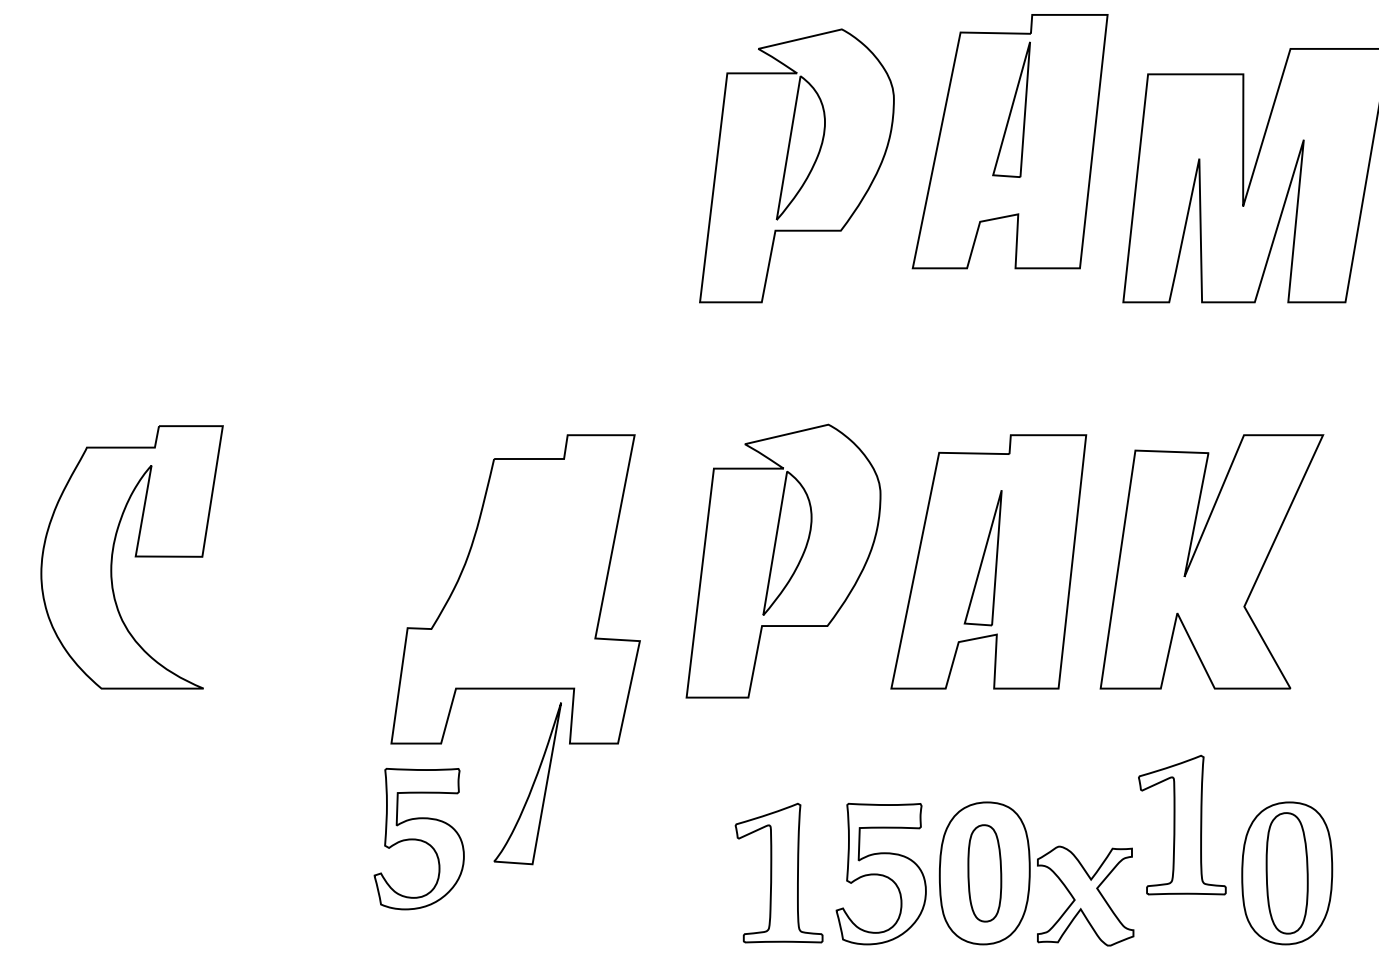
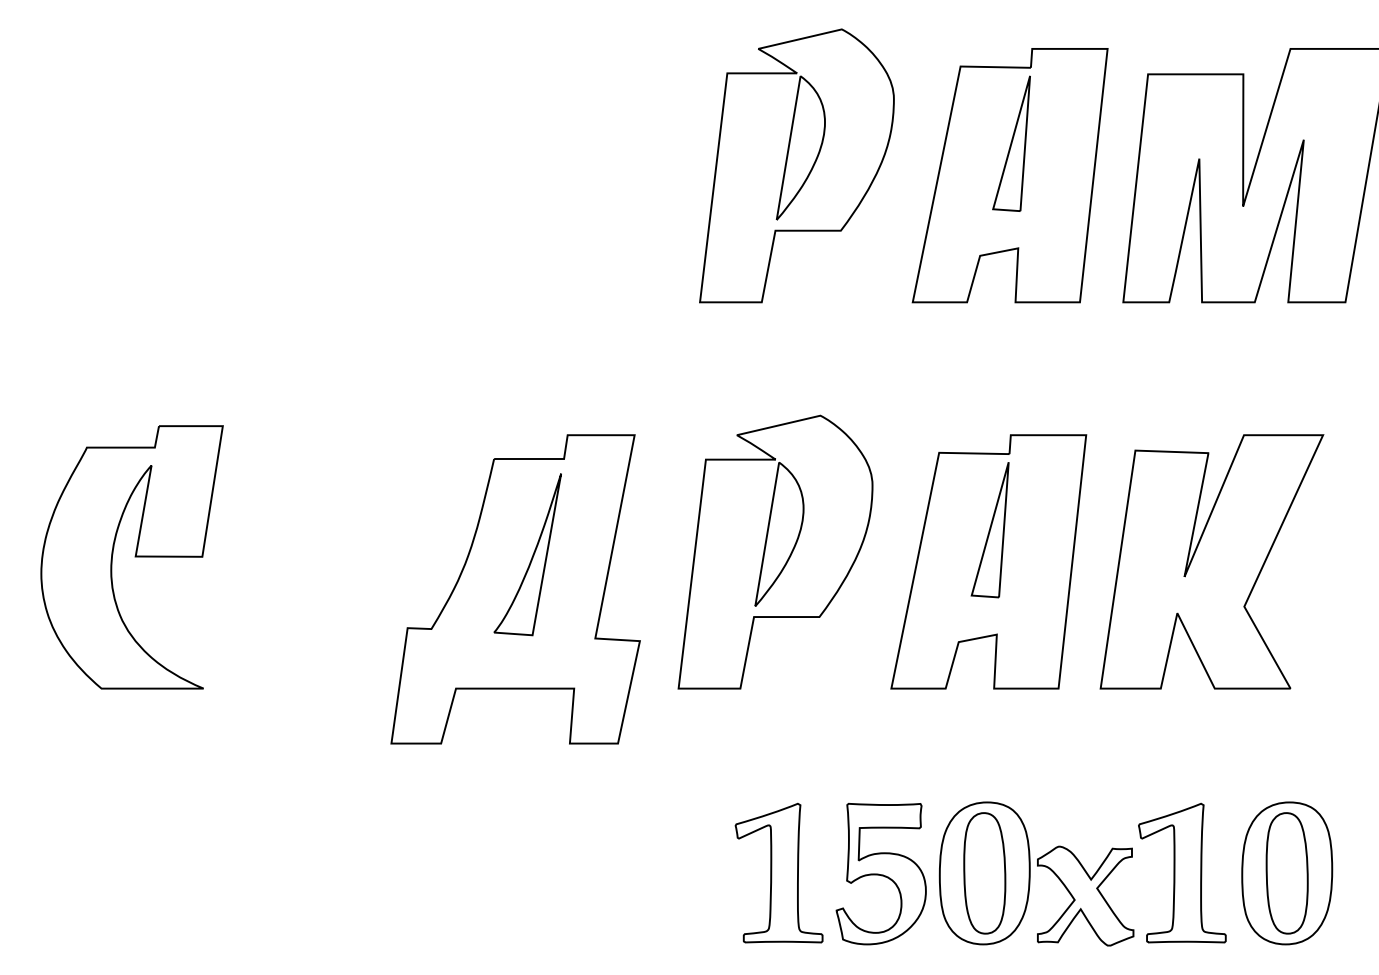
part at (1009, 141) position: (1009, 141) -> (1009, 175)
part at (982, 558) position: (982, 558) -> (989, 530)
part at (783, 560) position: (783, 560) -> (775, 551)
part at (527, 783) position: (527, 783) -> (527, 554)
part at (1182, 824) position: (1182, 824) -> (1182, 872)
part at (418, 839): present -> none
part at (984, 873) size: 36x99 px -> 44x123 px
